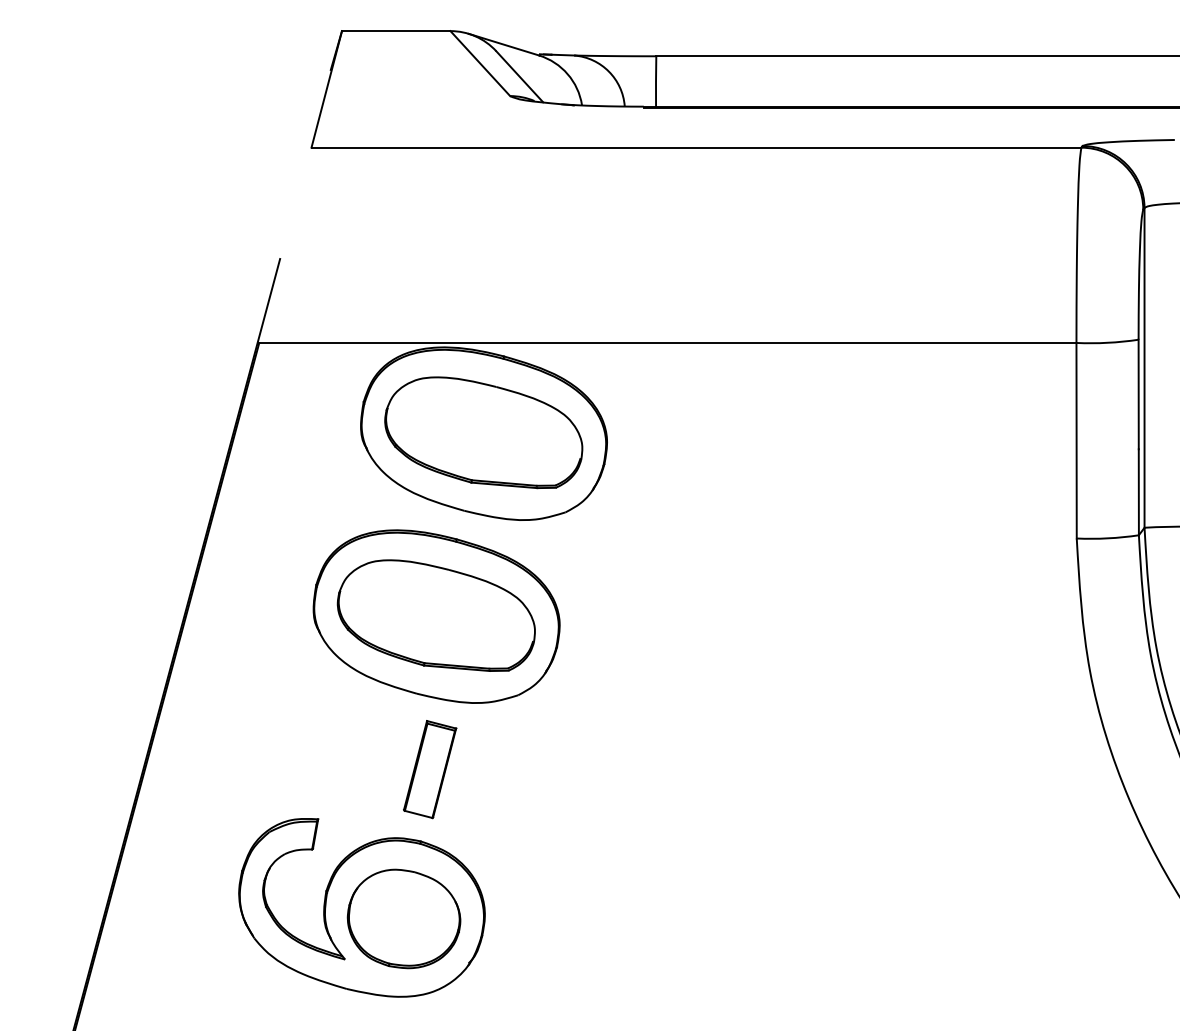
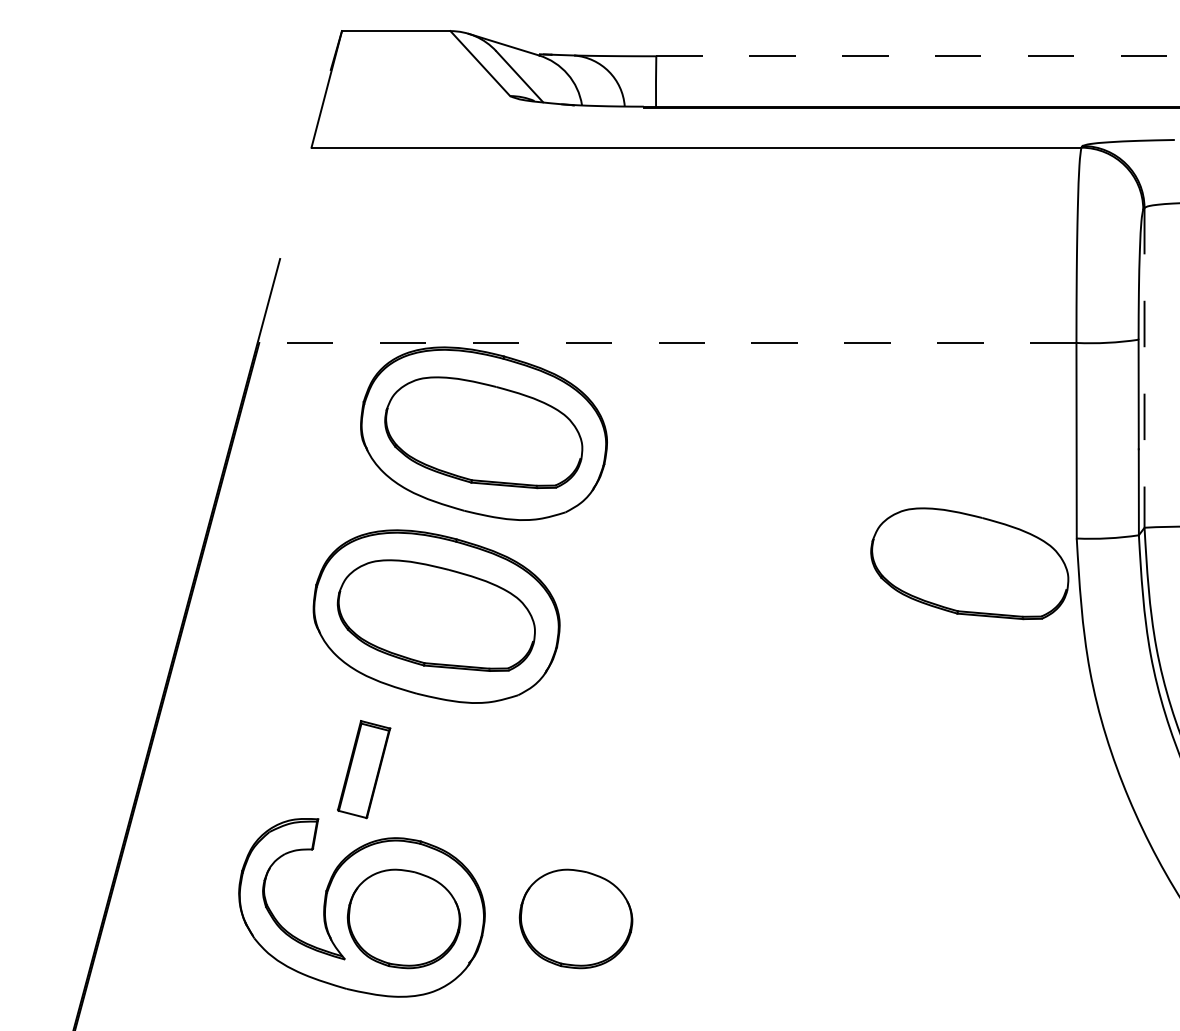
line at (918, 56): solid -> dashed
line at (667, 342): solid -> dashed
line at (1144, 367): solid -> dashed
part at (969, 563): none -> present
part at (430, 769) position: (430, 769) -> (364, 769)
part at (575, 918): none -> present
